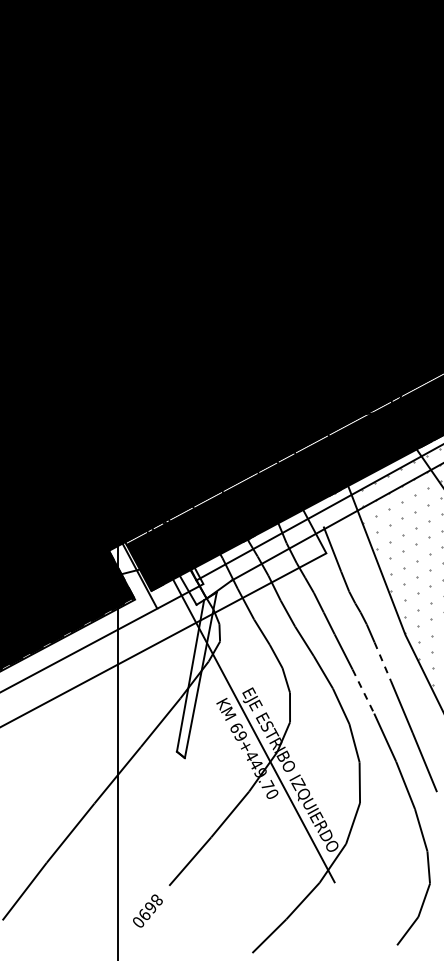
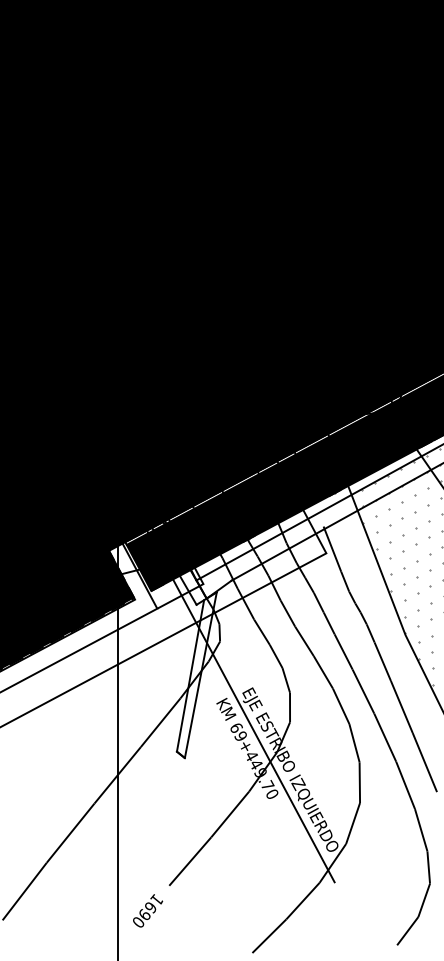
line at (382, 661): dashed -> solid
line at (363, 691): dashed -> solid
text at (156, 899): 8690 -> 1690
